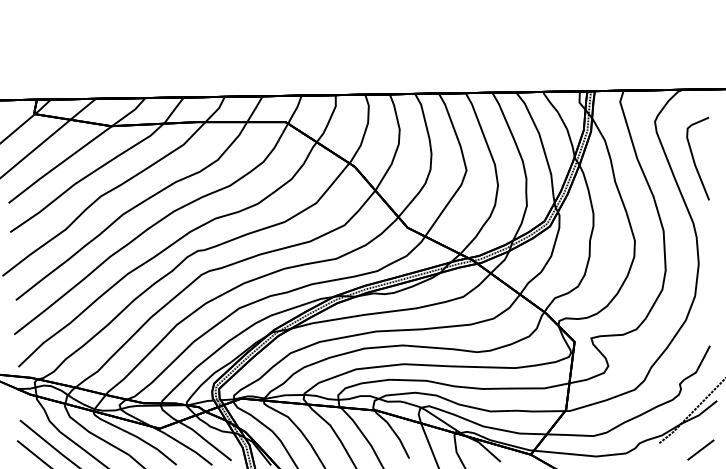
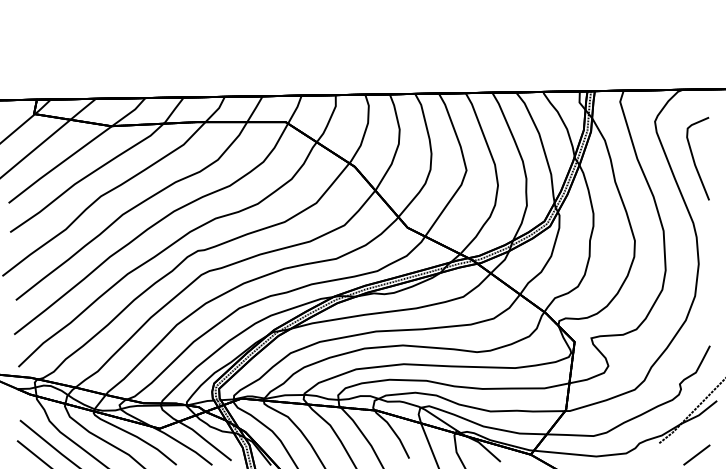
line at (700, 449) position: (700, 449) -> (696, 454)
